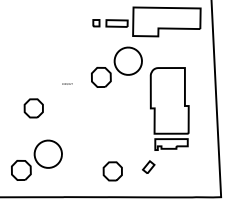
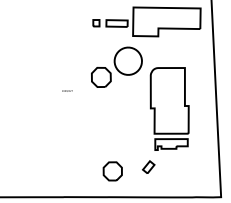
text at (67, 83) position: (67, 83) -> (67, 90)
part at (33, 108): present -> none
part at (36, 159): present -> none
